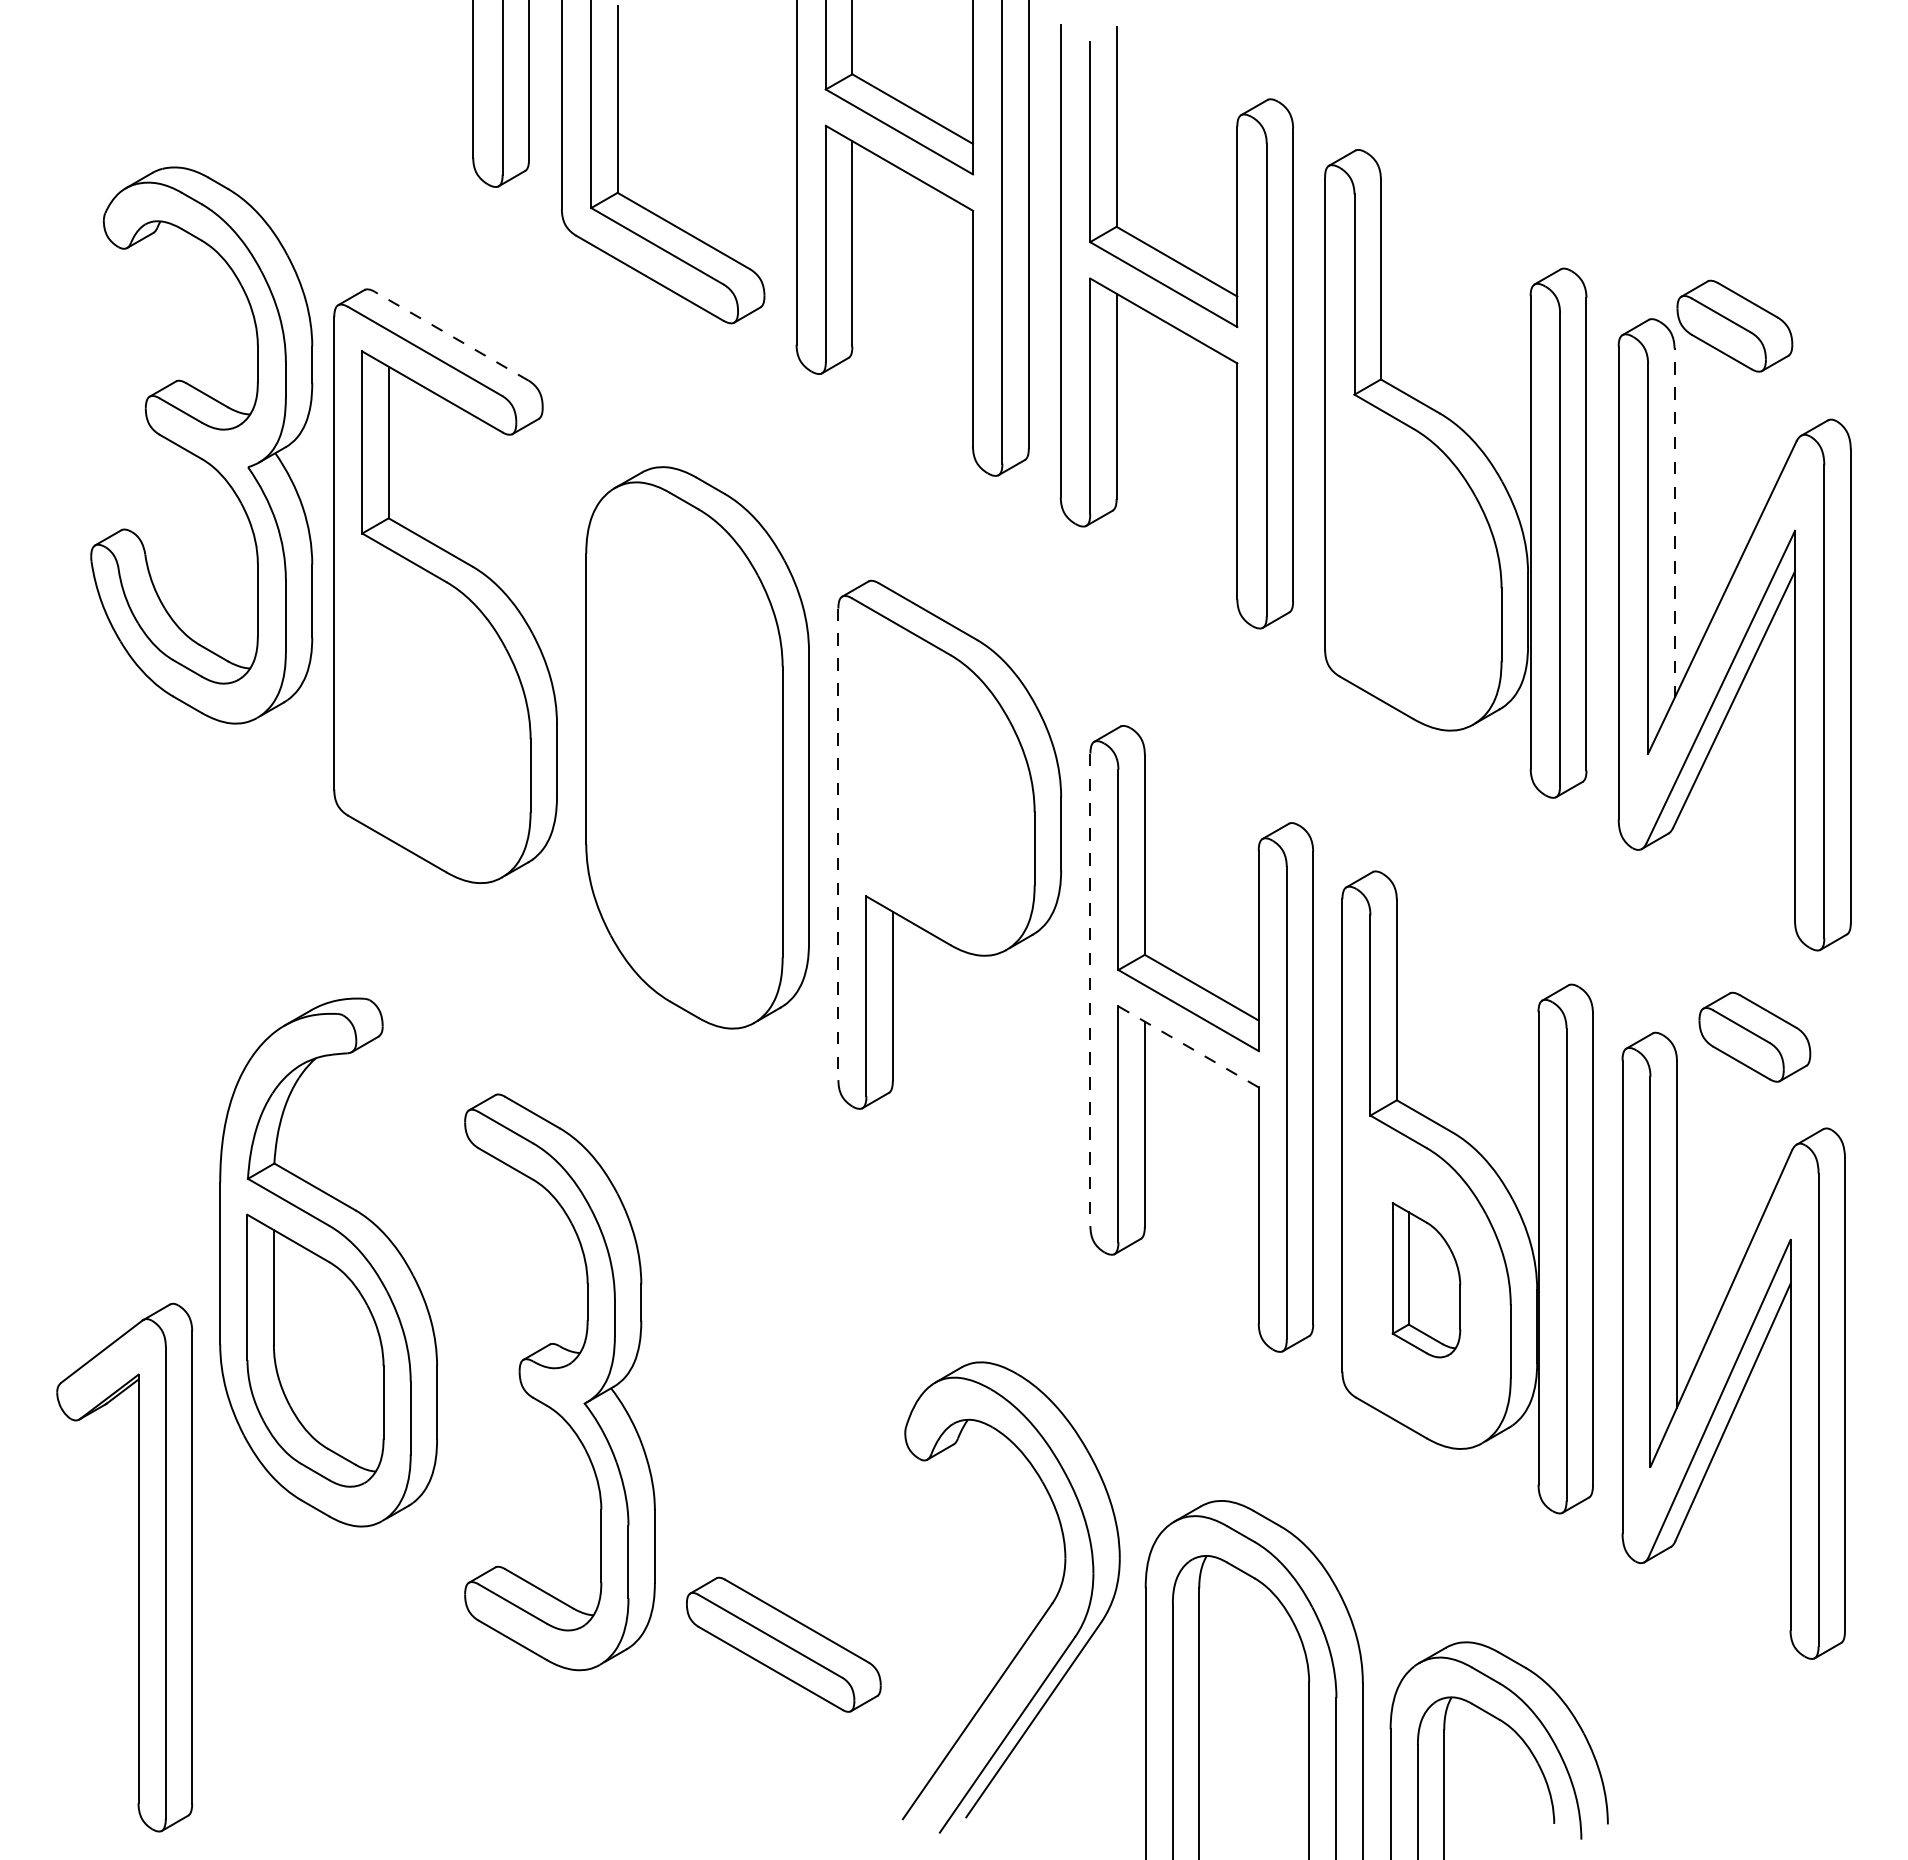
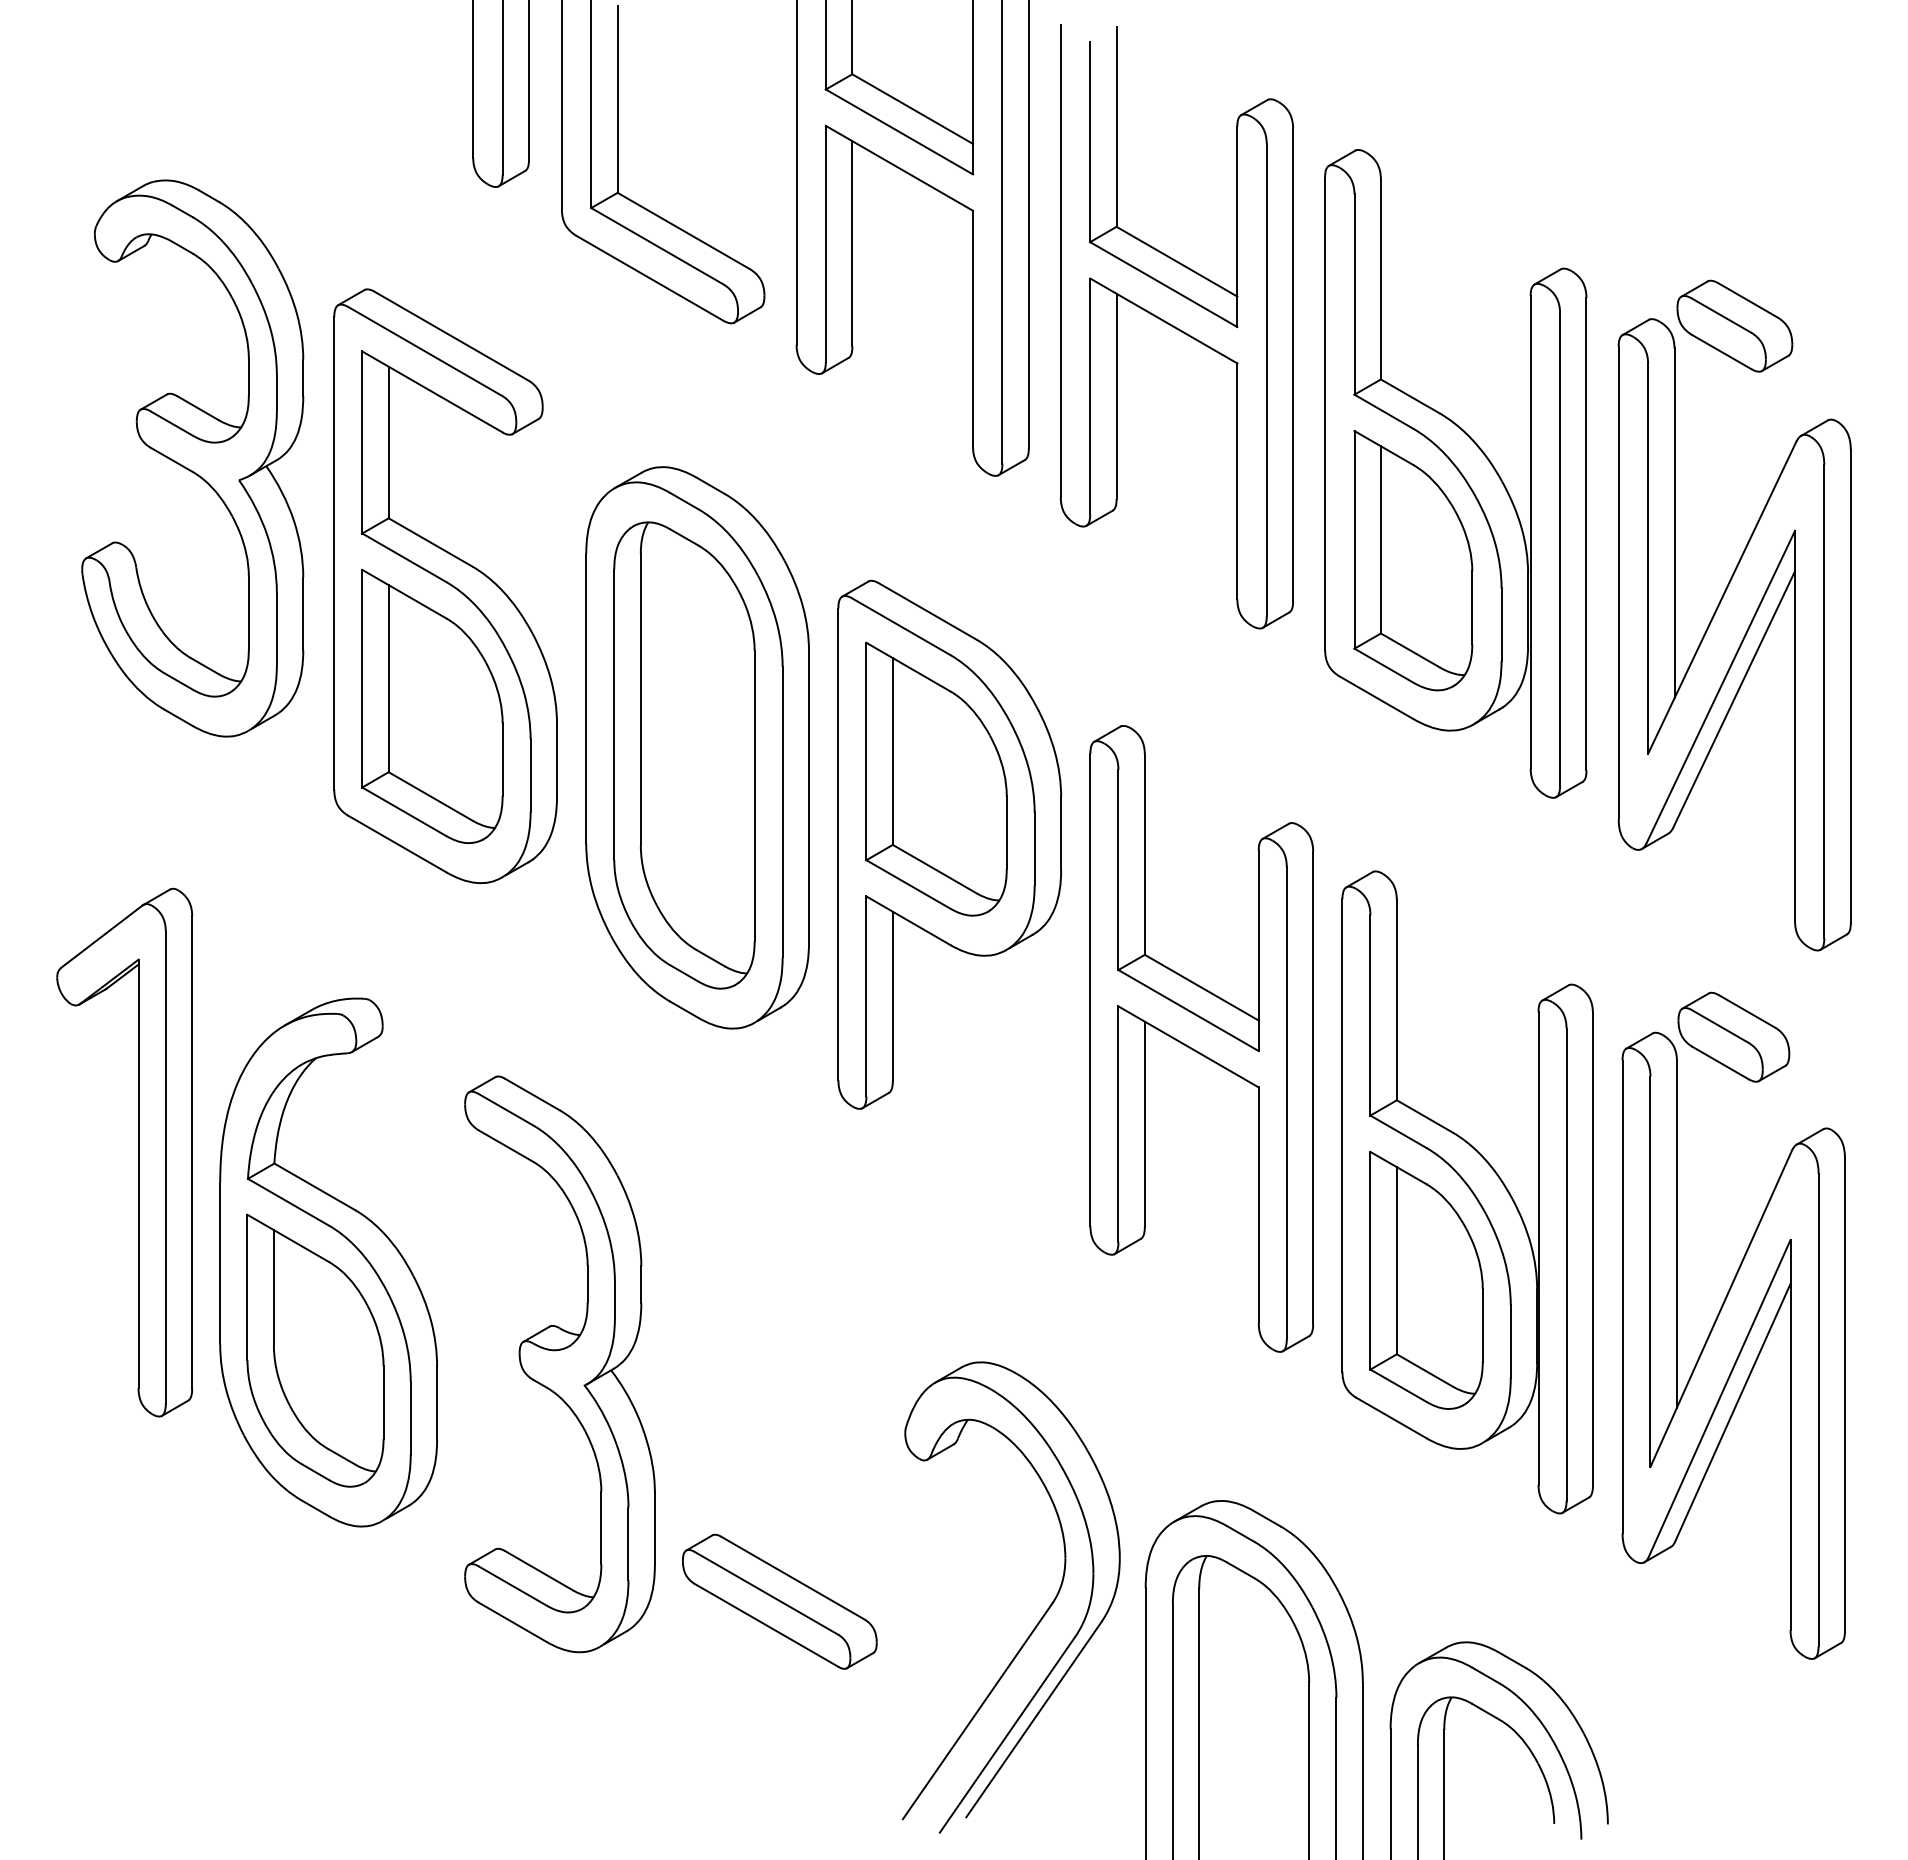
line at (451, 336): dashed -> solid
part at (201, 445) position: (201, 445) -> (192, 458)
line at (1674, 523): dashed -> solid
part at (1413, 560): none -> present
part at (432, 705): none -> present
part at (684, 755): none -> present
part at (936, 778): none -> present
line at (838, 844): dashed -> solid
line at (1090, 990): dashed -> solid
part at (1754, 1036) position: (1754, 1036) -> (1733, 1036)
line at (1189, 1047): dashed -> solid
part at (1426, 1280) size: 71x157 px -> 115x260 px
part at (559, 1382) position: (559, 1382) -> (559, 1364)
part at (138, 1567) position: (138, 1567) -> (138, 1152)
part at (783, 1644) position: (783, 1644) -> (779, 1601)
